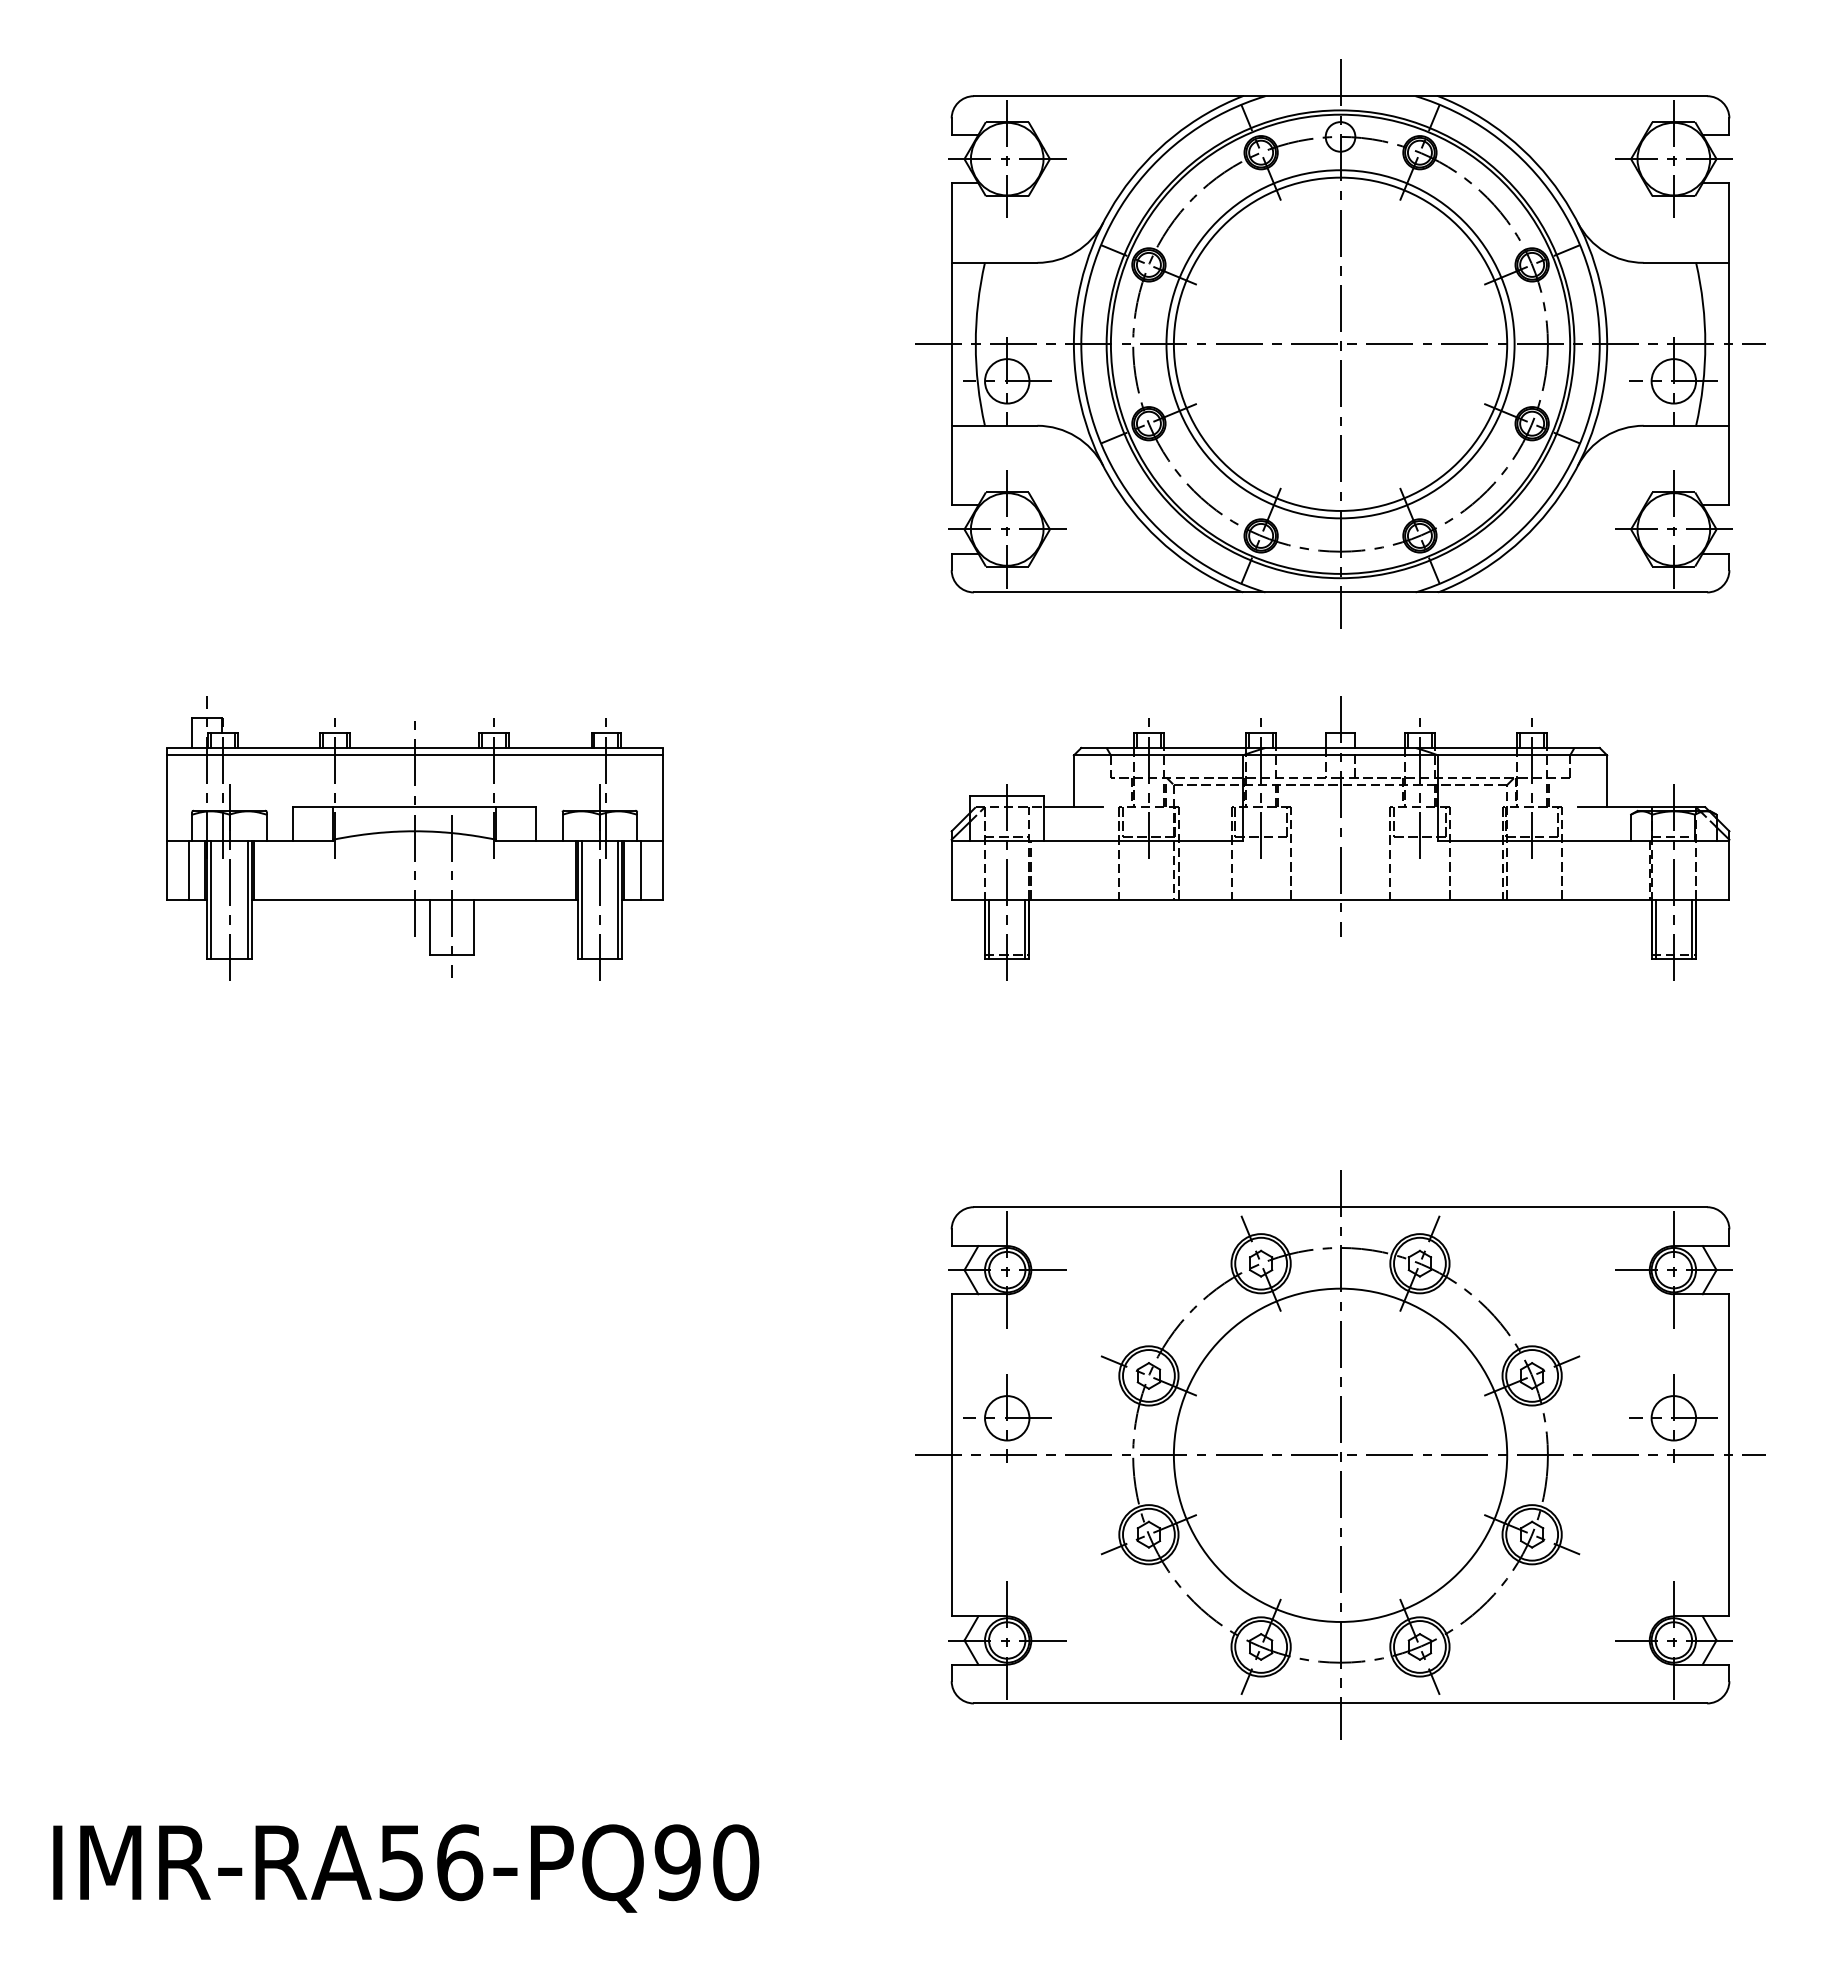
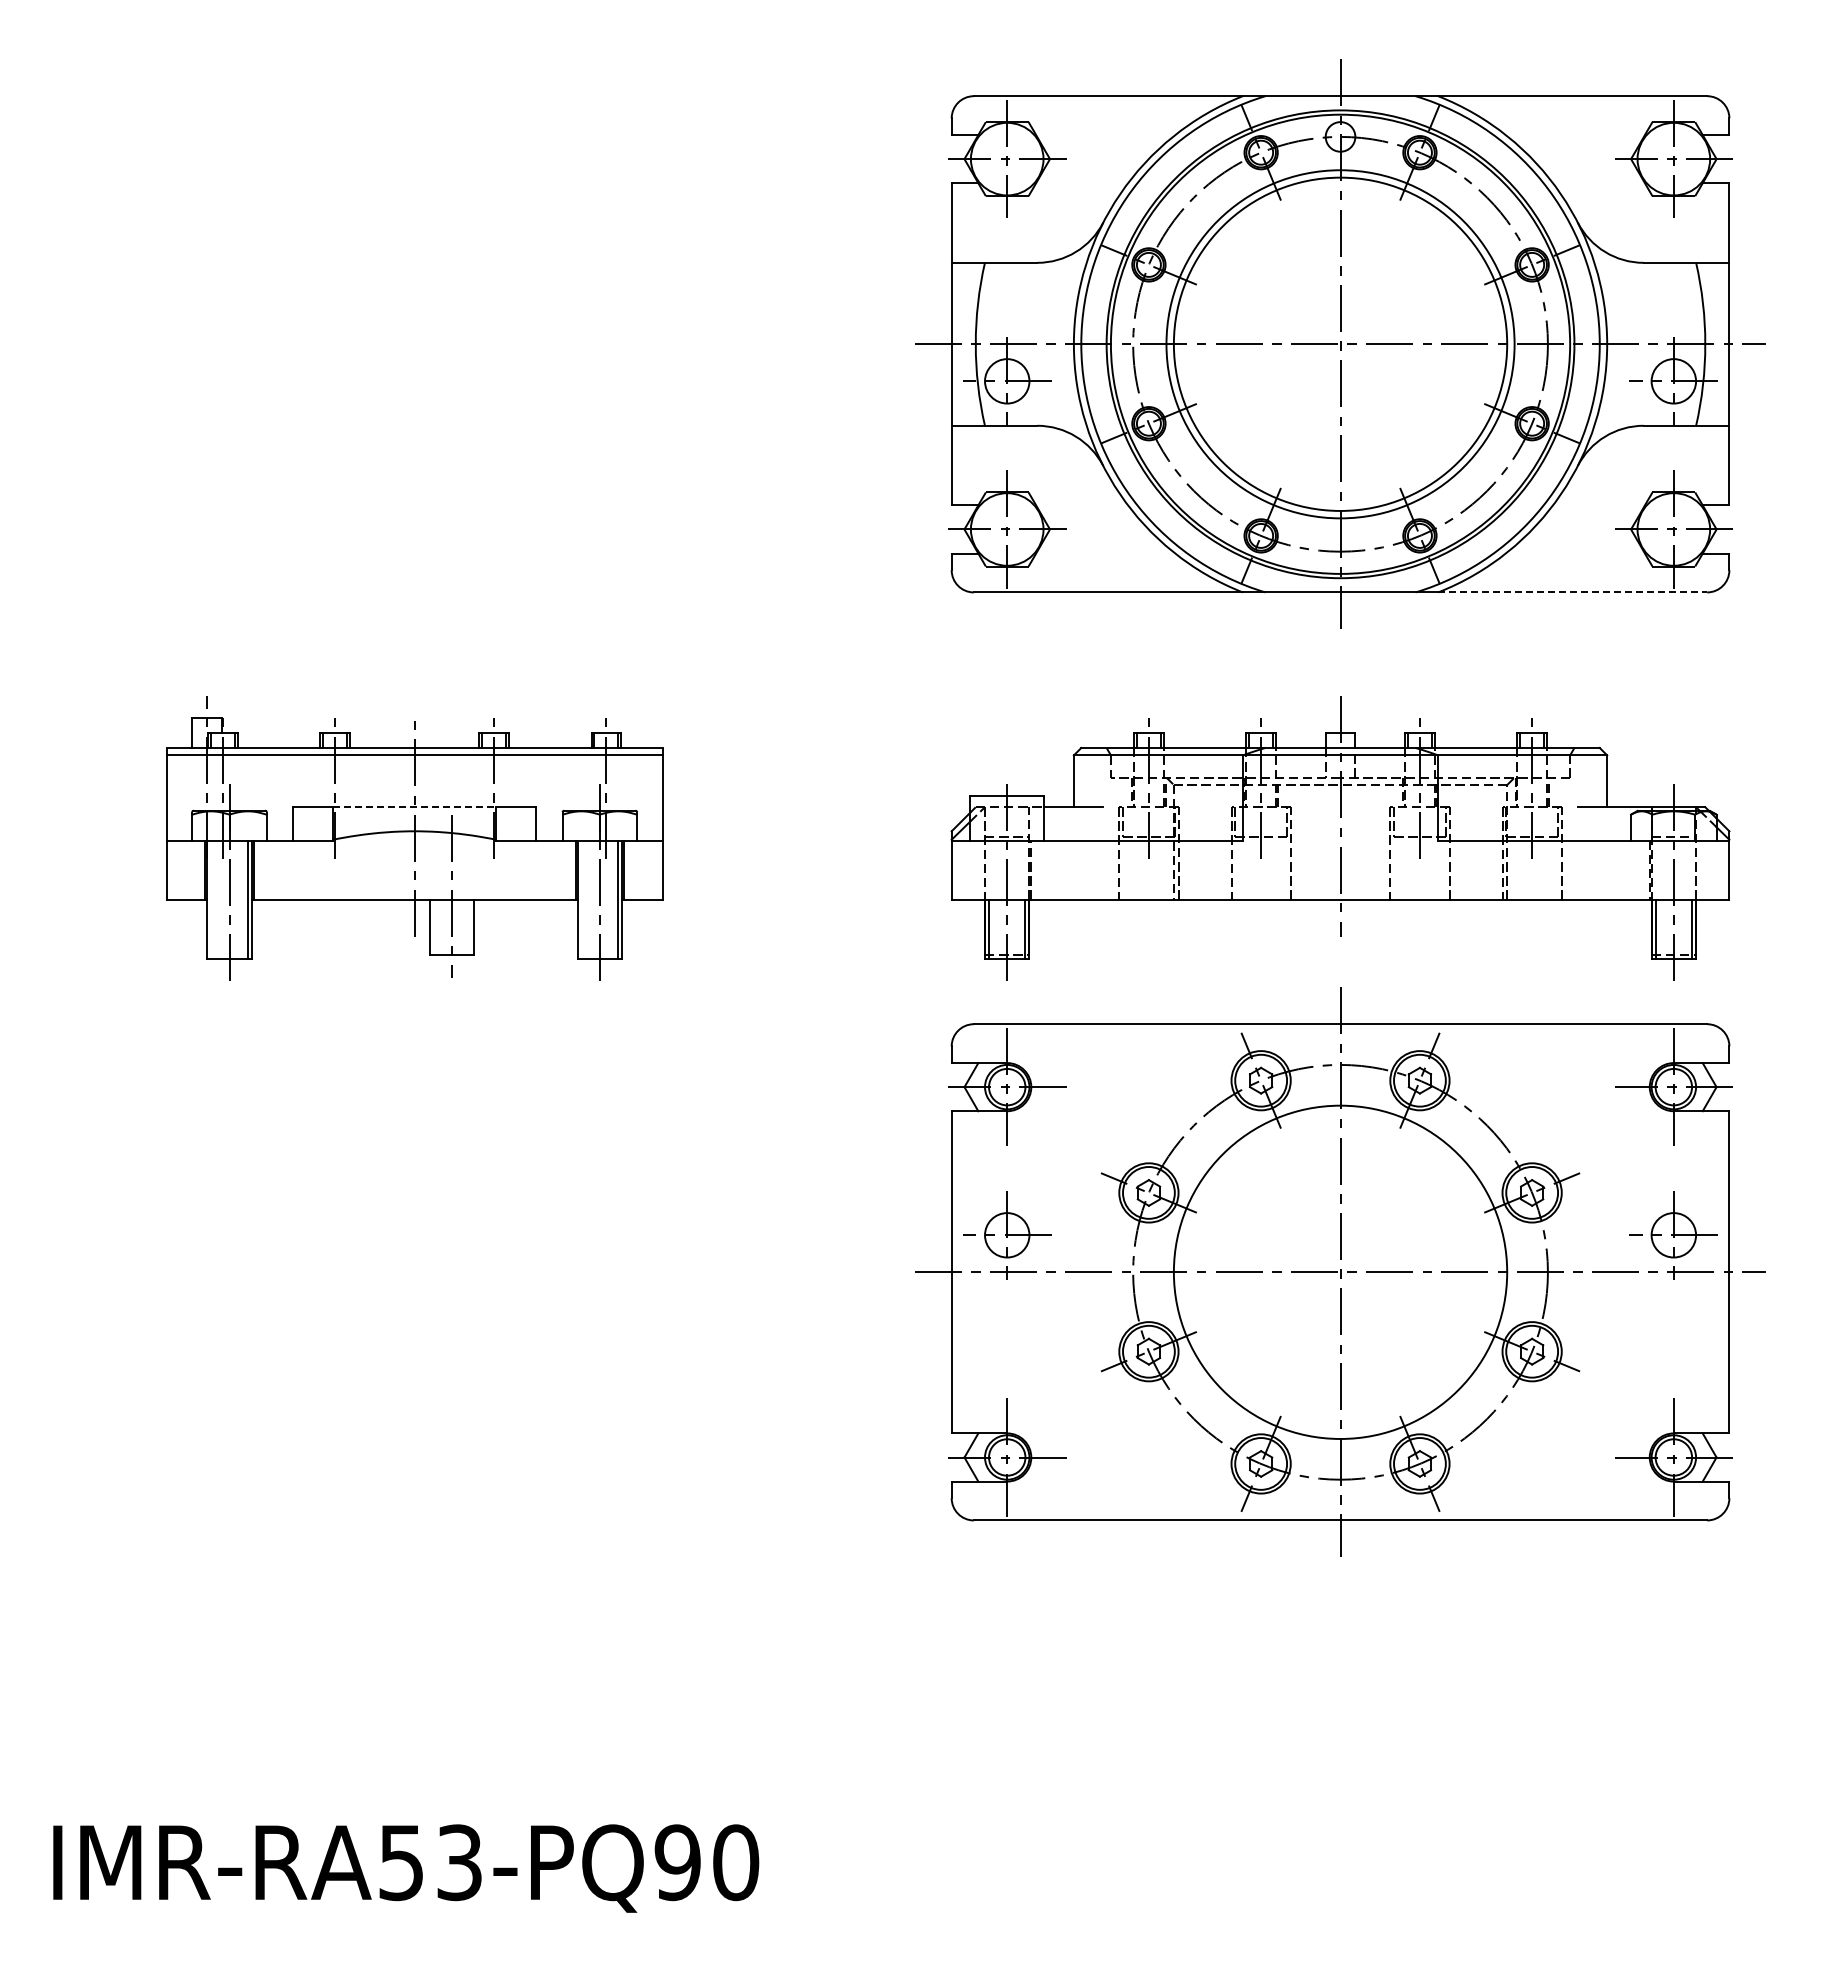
line at (1572, 592): solid -> dashed
line at (415, 807): solid -> dashed
line at (188, 869): present -> none
line at (640, 869): present -> none
line at (211, 899): present -> none
line at (581, 899): present -> none
part at (1340, 1454) position: (1340, 1454) -> (1340, 1271)
text at (460, 1862): IMR-RA56-PQ90 -> IMR-RA53-PQ90
